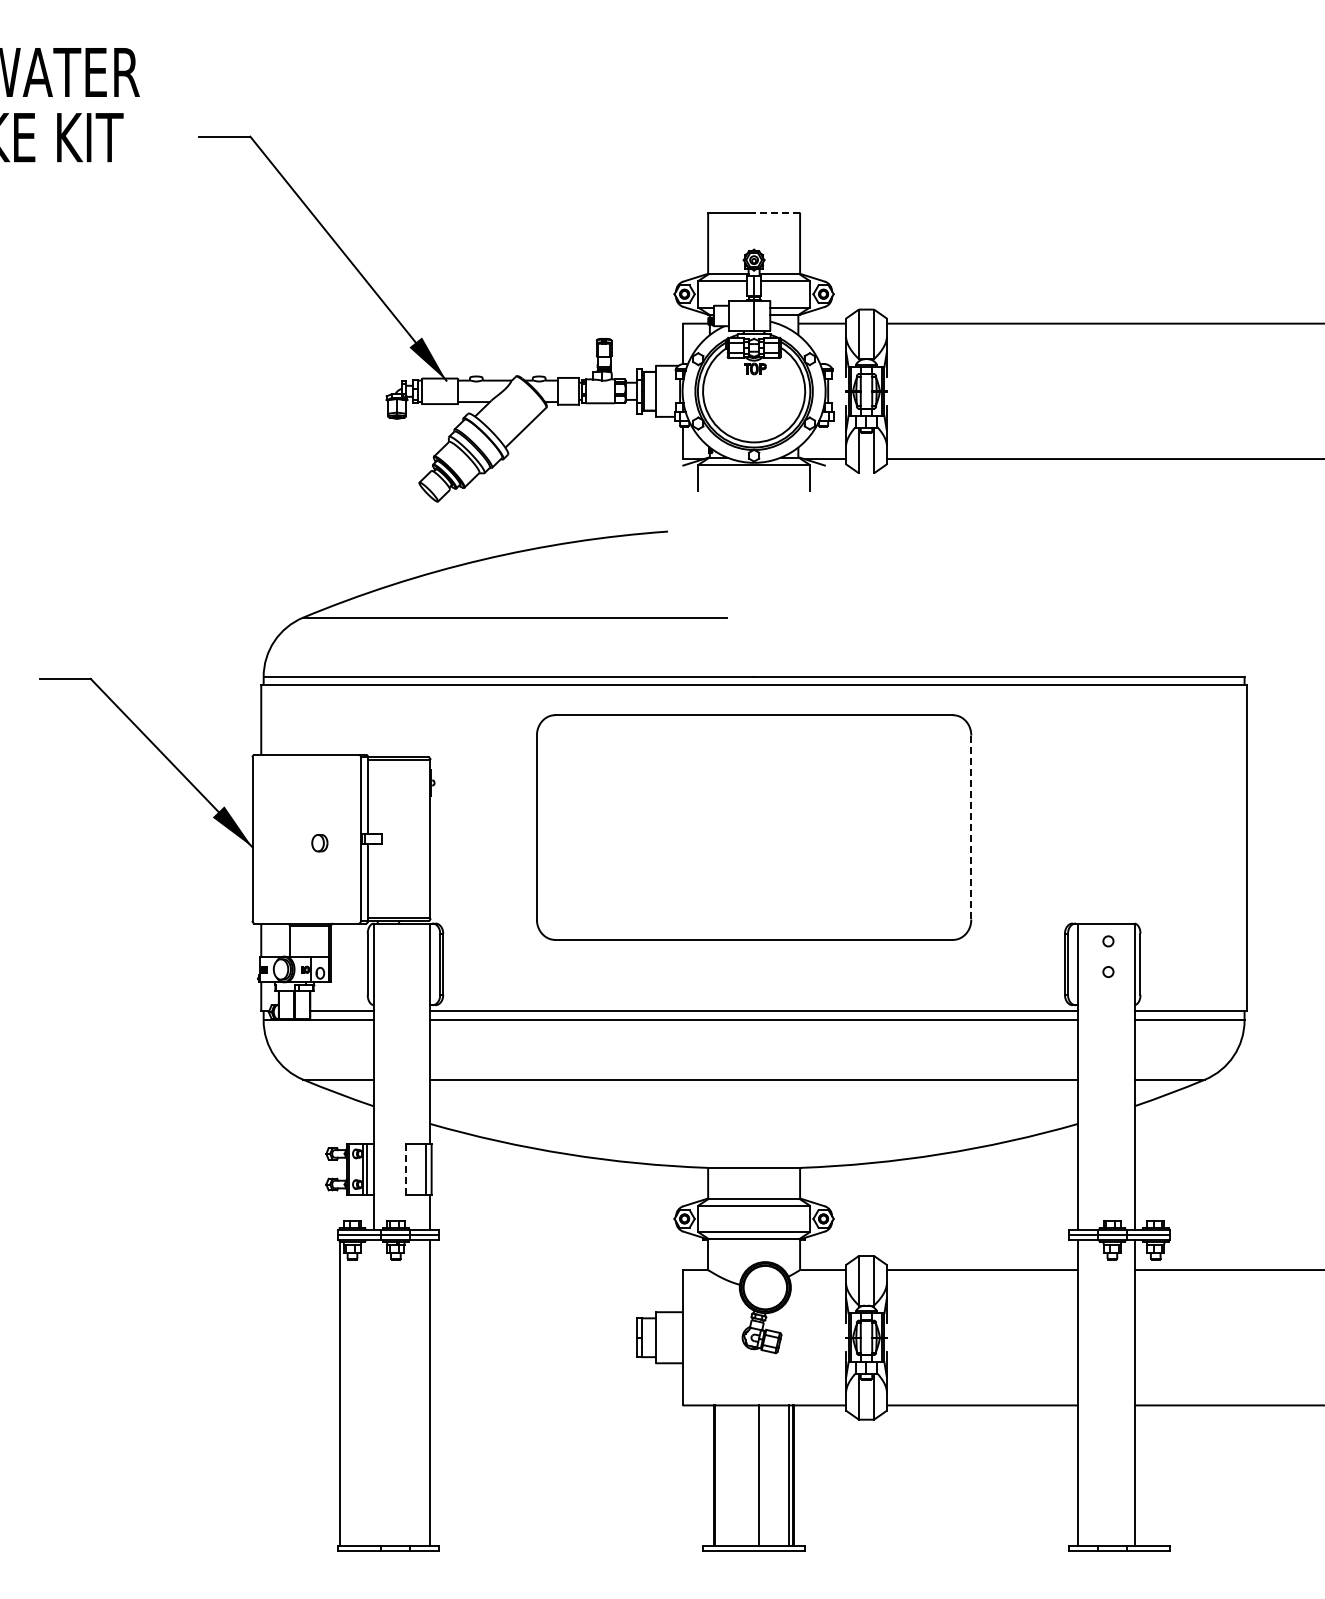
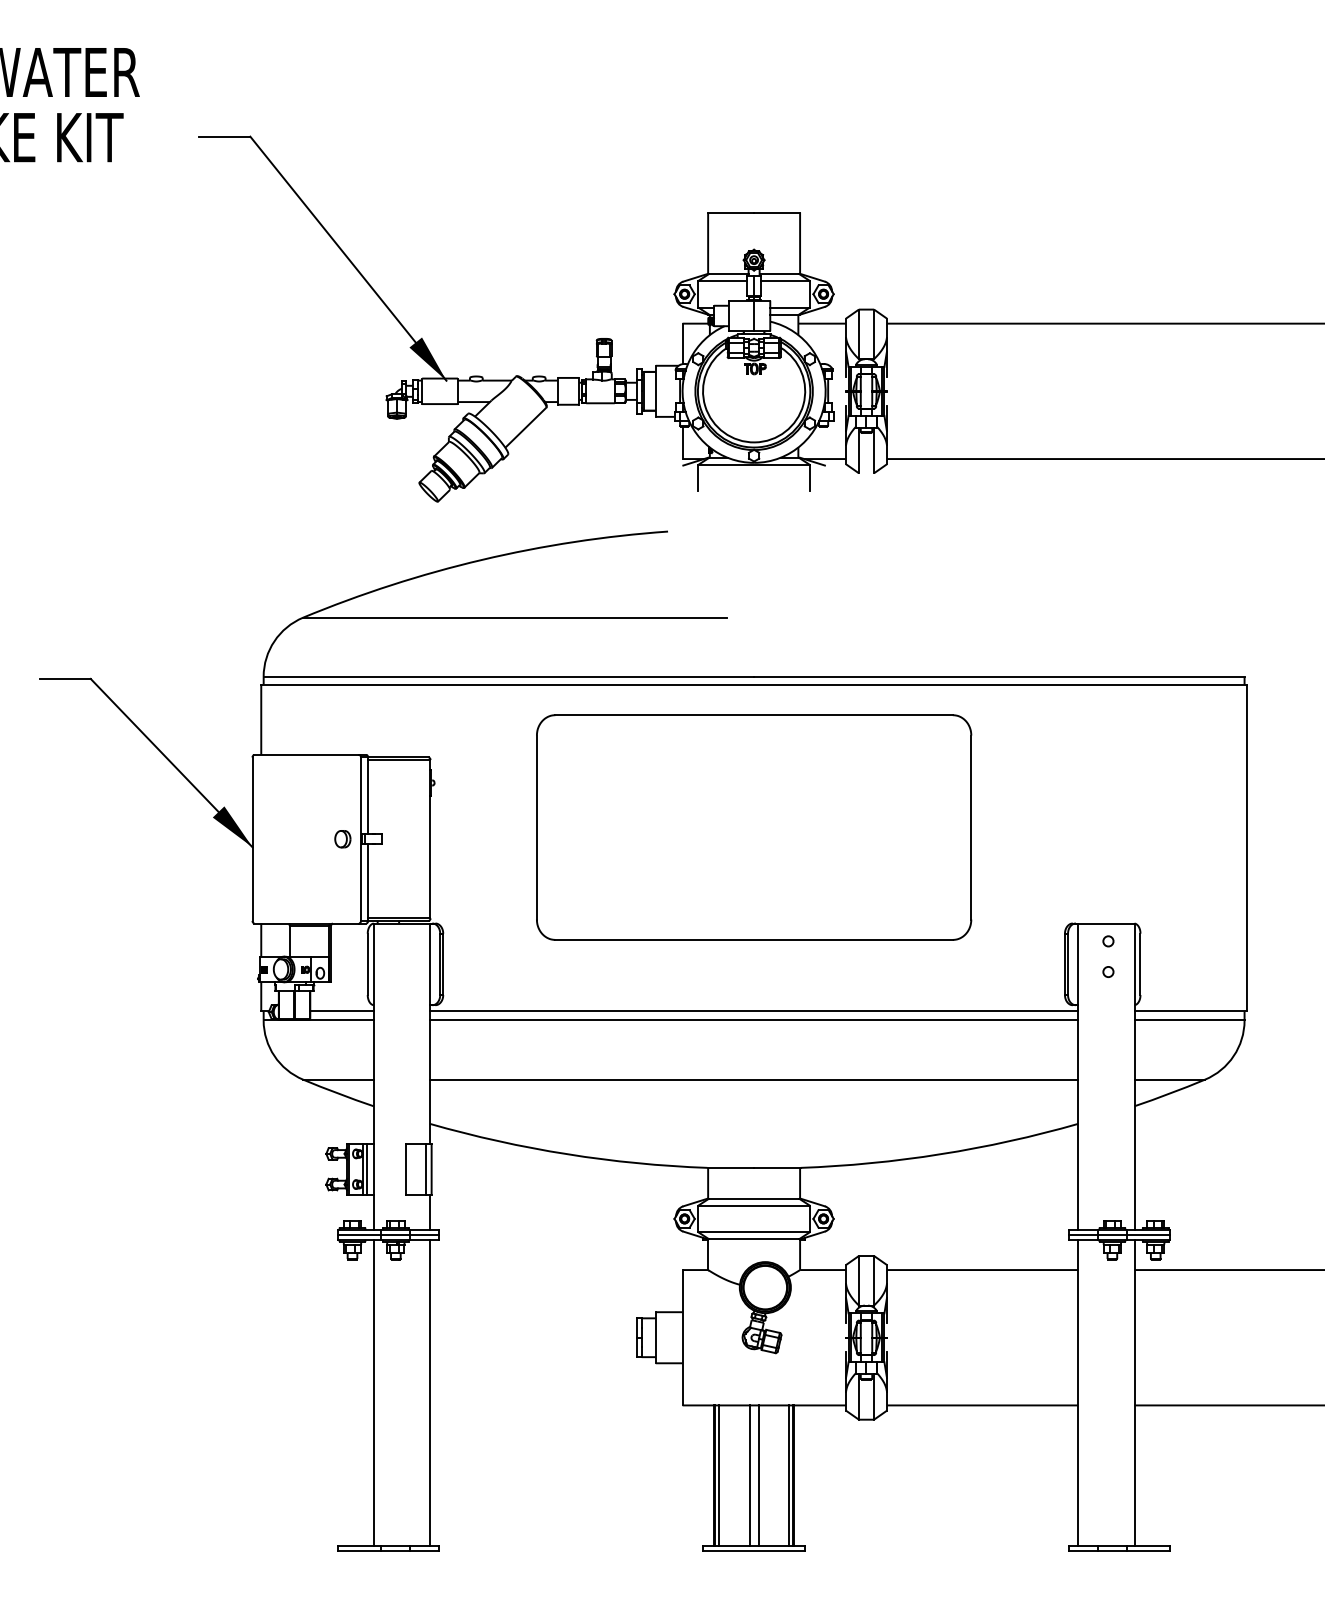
line at (777, 212): dashed -> solid
line at (971, 827): dashed -> solid
part at (319, 843) position: (319, 843) -> (342, 839)
line at (405, 1169): dashed -> solid
line at (339, 1392) position: (339, 1392) -> (373, 1392)
line at (718, 1475): none -> present
line at (749, 1475): none -> present
